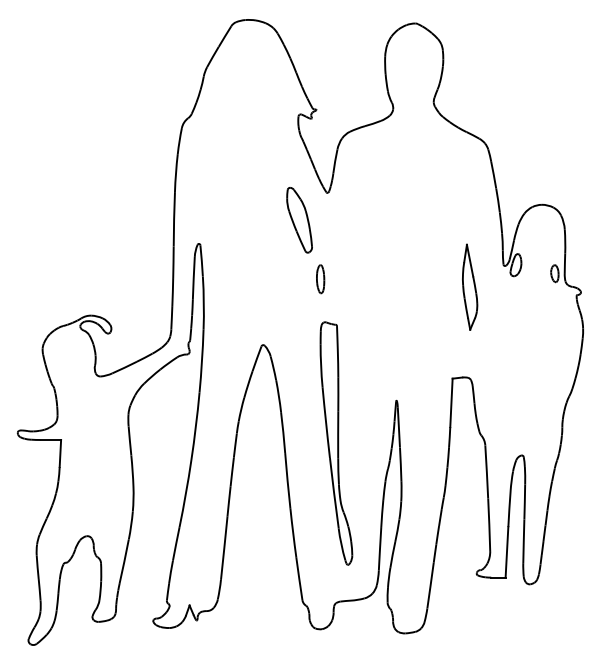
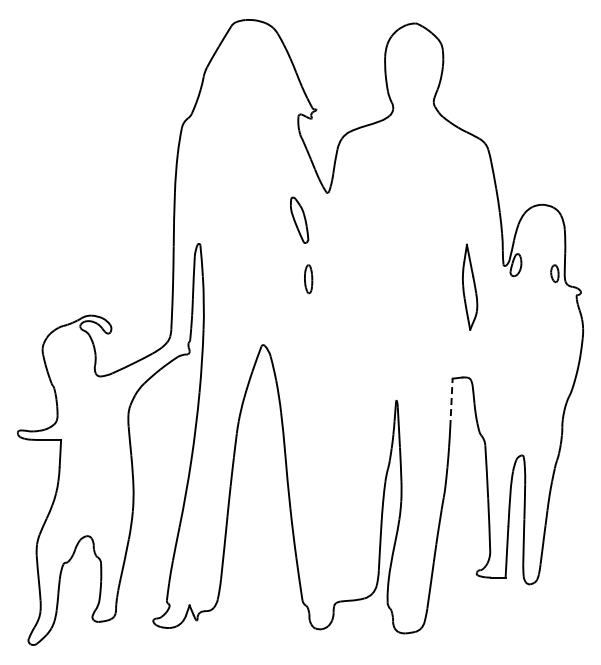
part at (299, 220) size: 27x67 px -> 20x48 px
part at (320, 279) position: (320, 279) -> (308, 279)
line at (451, 402): solid -> dashed
part at (336, 443): present -> none
